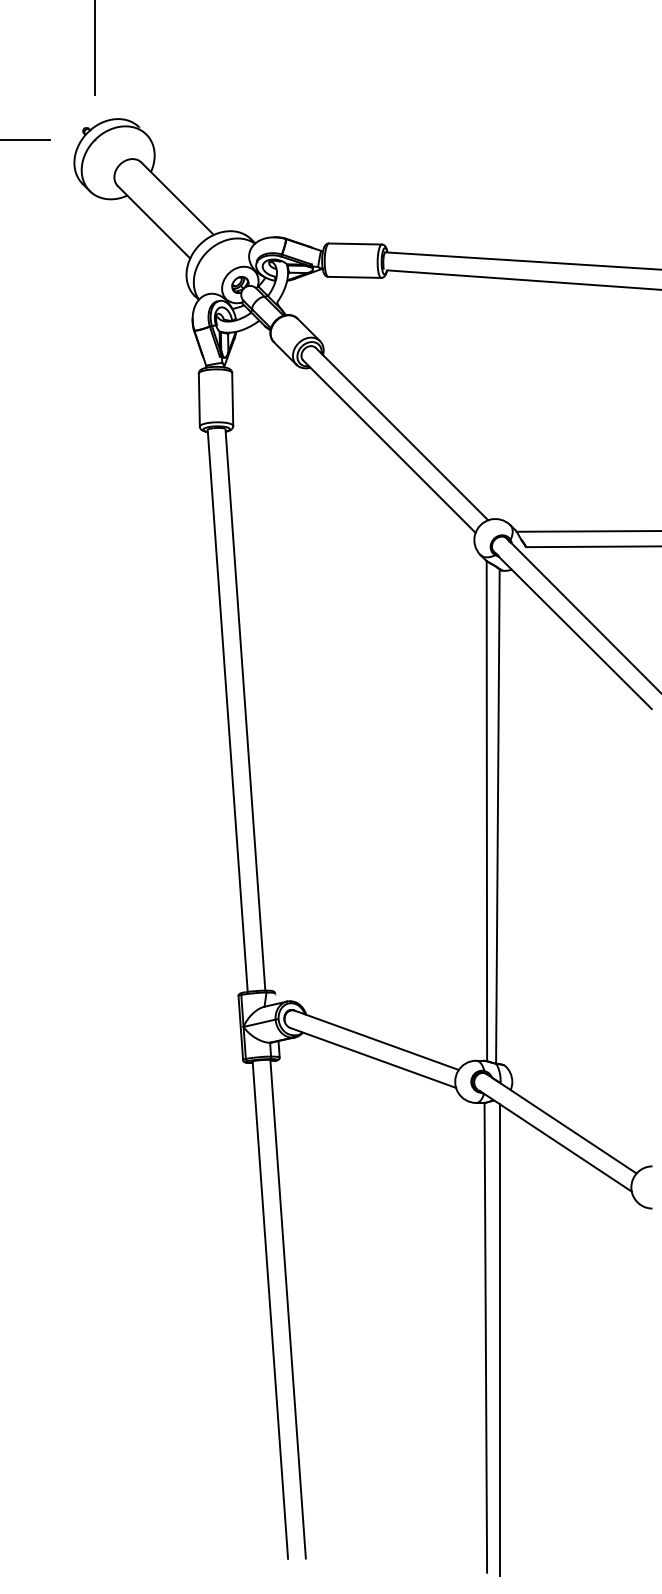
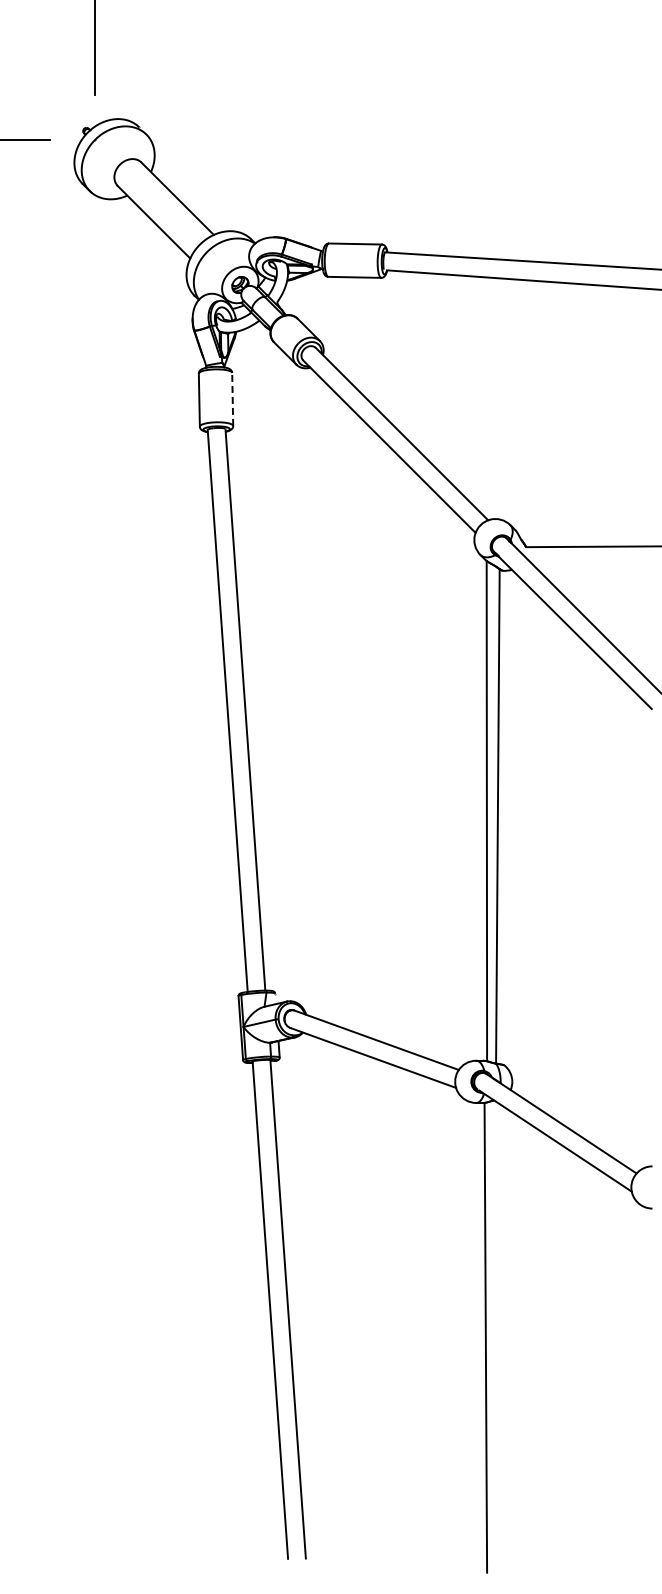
line at (232, 398): solid -> dashed
line at (587, 531): present -> none
line at (499, 1339): present -> none
